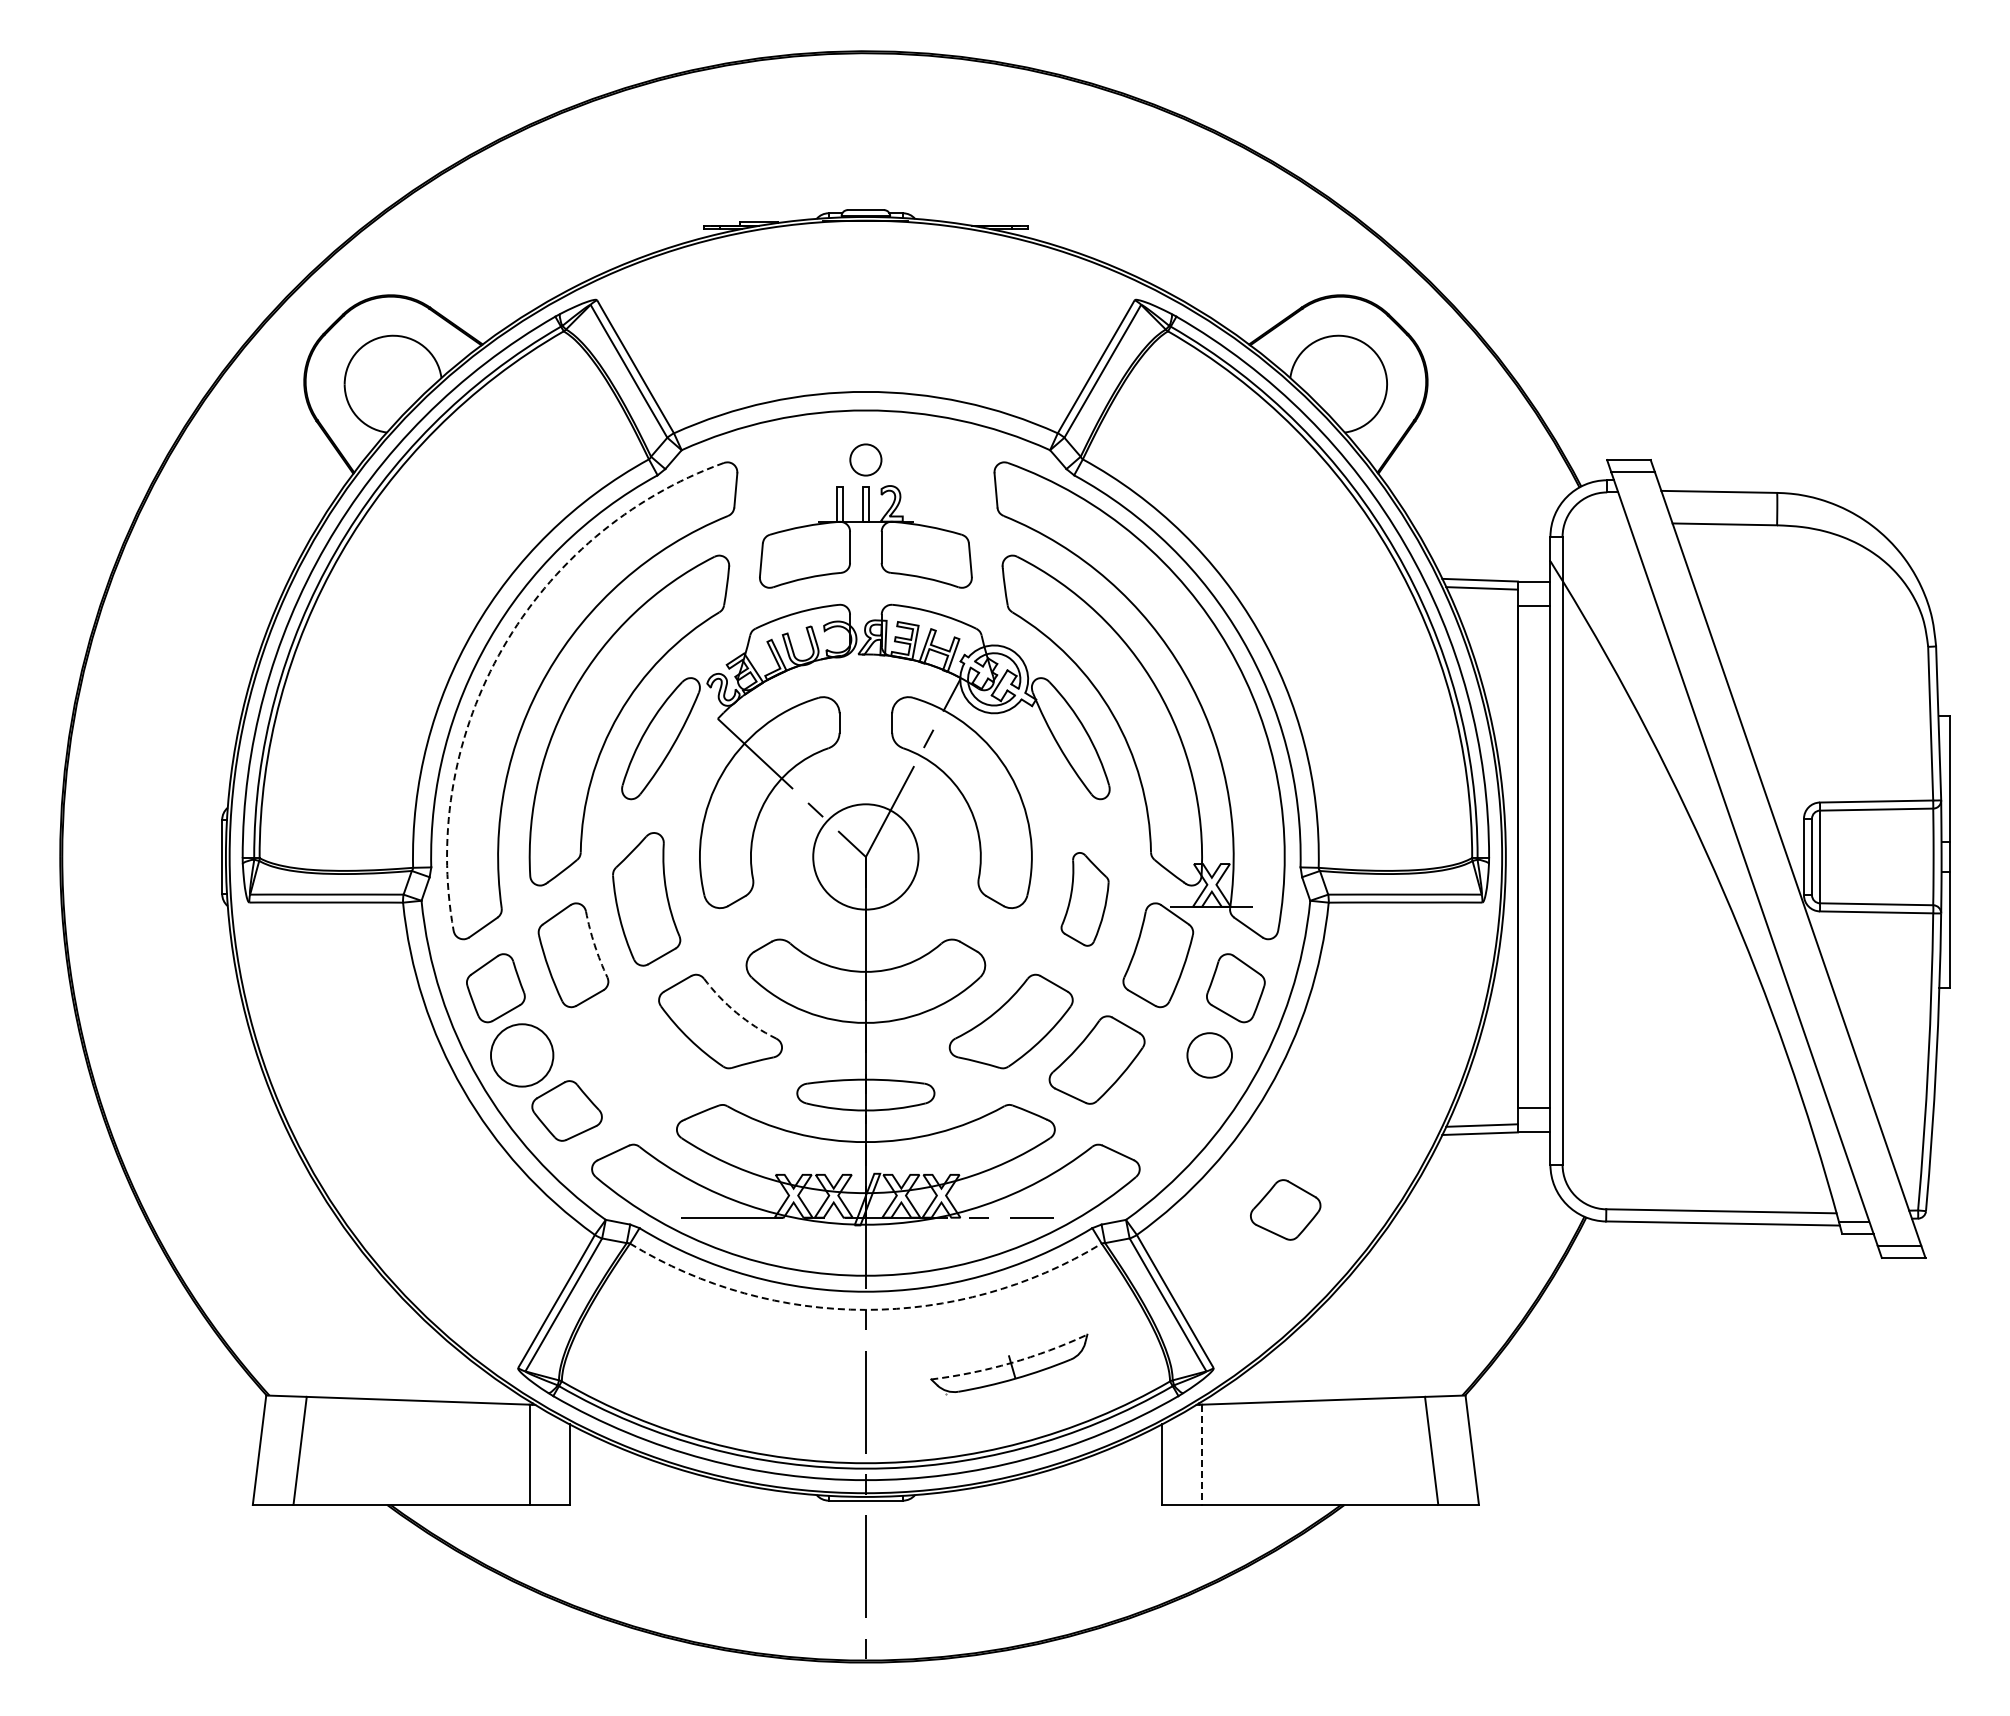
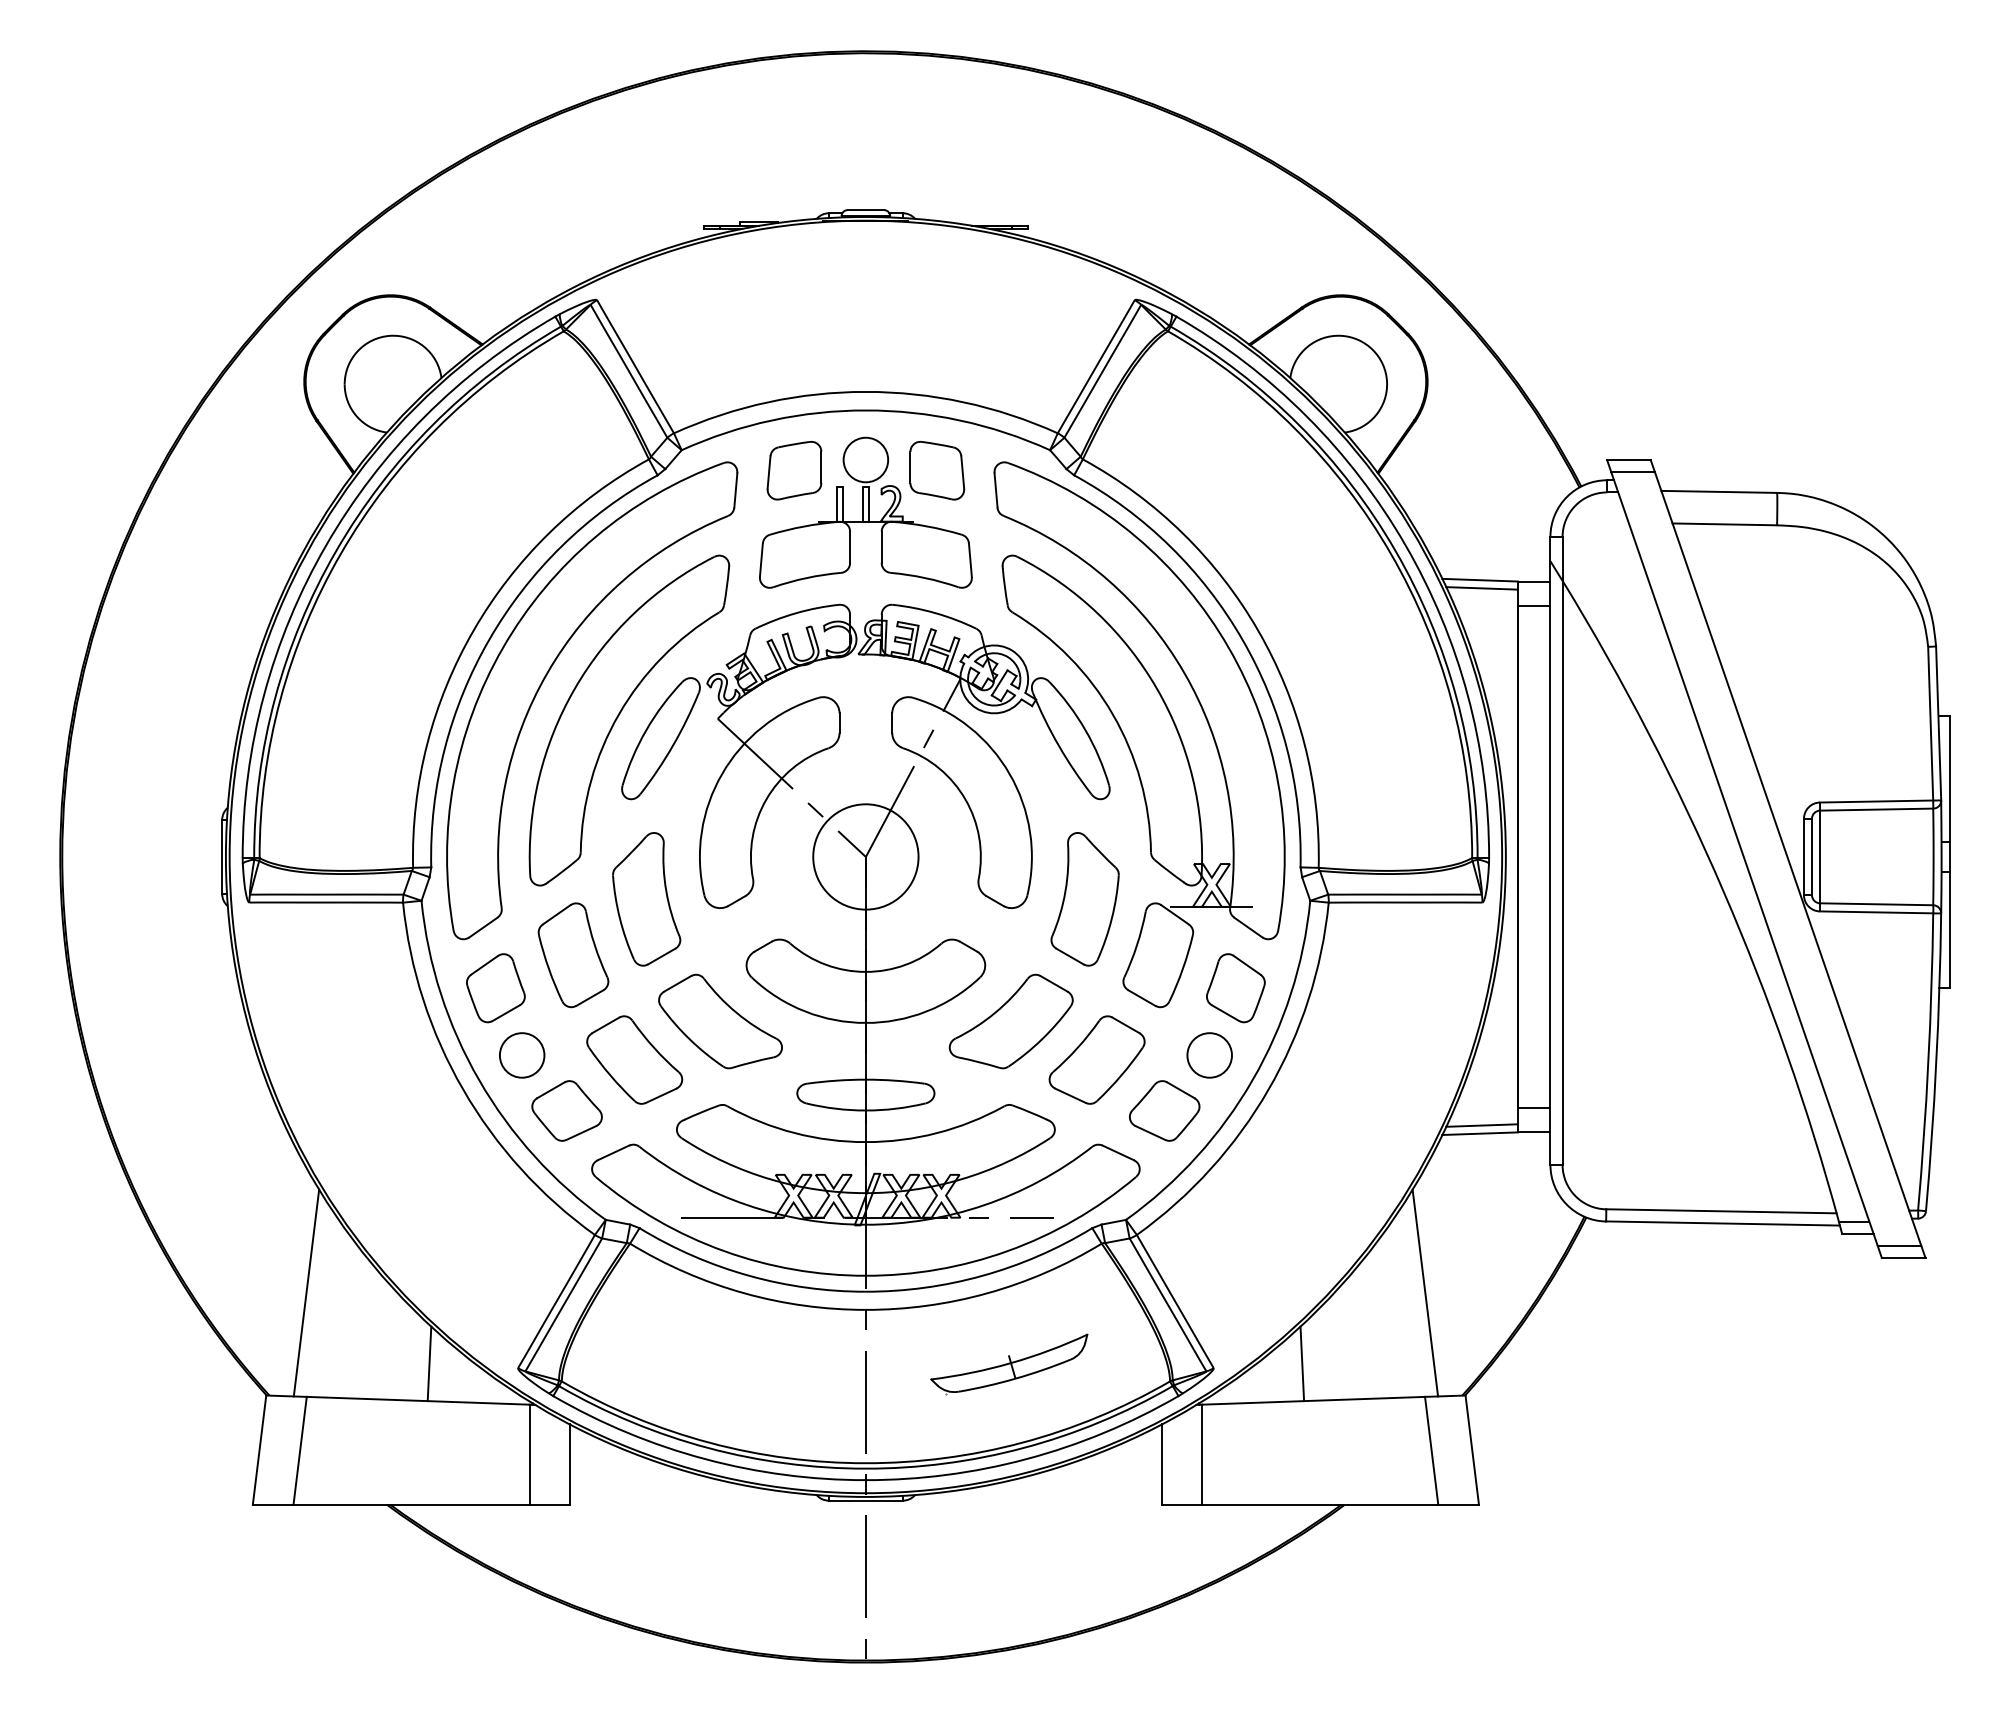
circle at (865, 459) diameter: 31 px -> 45 px
part at (794, 470): none -> present
part at (937, 470): none -> present
arc at (503, 647): dashed -> solid
part at (1084, 899) size: 50x95 px -> 70x135 px
arc at (594, 945): dashed -> solid
arc at (736, 1012): dashed -> solid
circle at (522, 1055) diameter: 62 px -> 45 px
part at (634, 1059): none -> present
part at (1285, 1209) position: (1285, 1209) -> (1164, 1110)
line at (306, 1292): none -> present
line at (1425, 1292): none -> present
arc at (865, 1309): dashed -> solid
line at (429, 1363): none -> present
arc at (1011, 1363): dashed -> solid
line at (1302, 1363): none -> present
line at (1202, 1455): dashed -> solid
